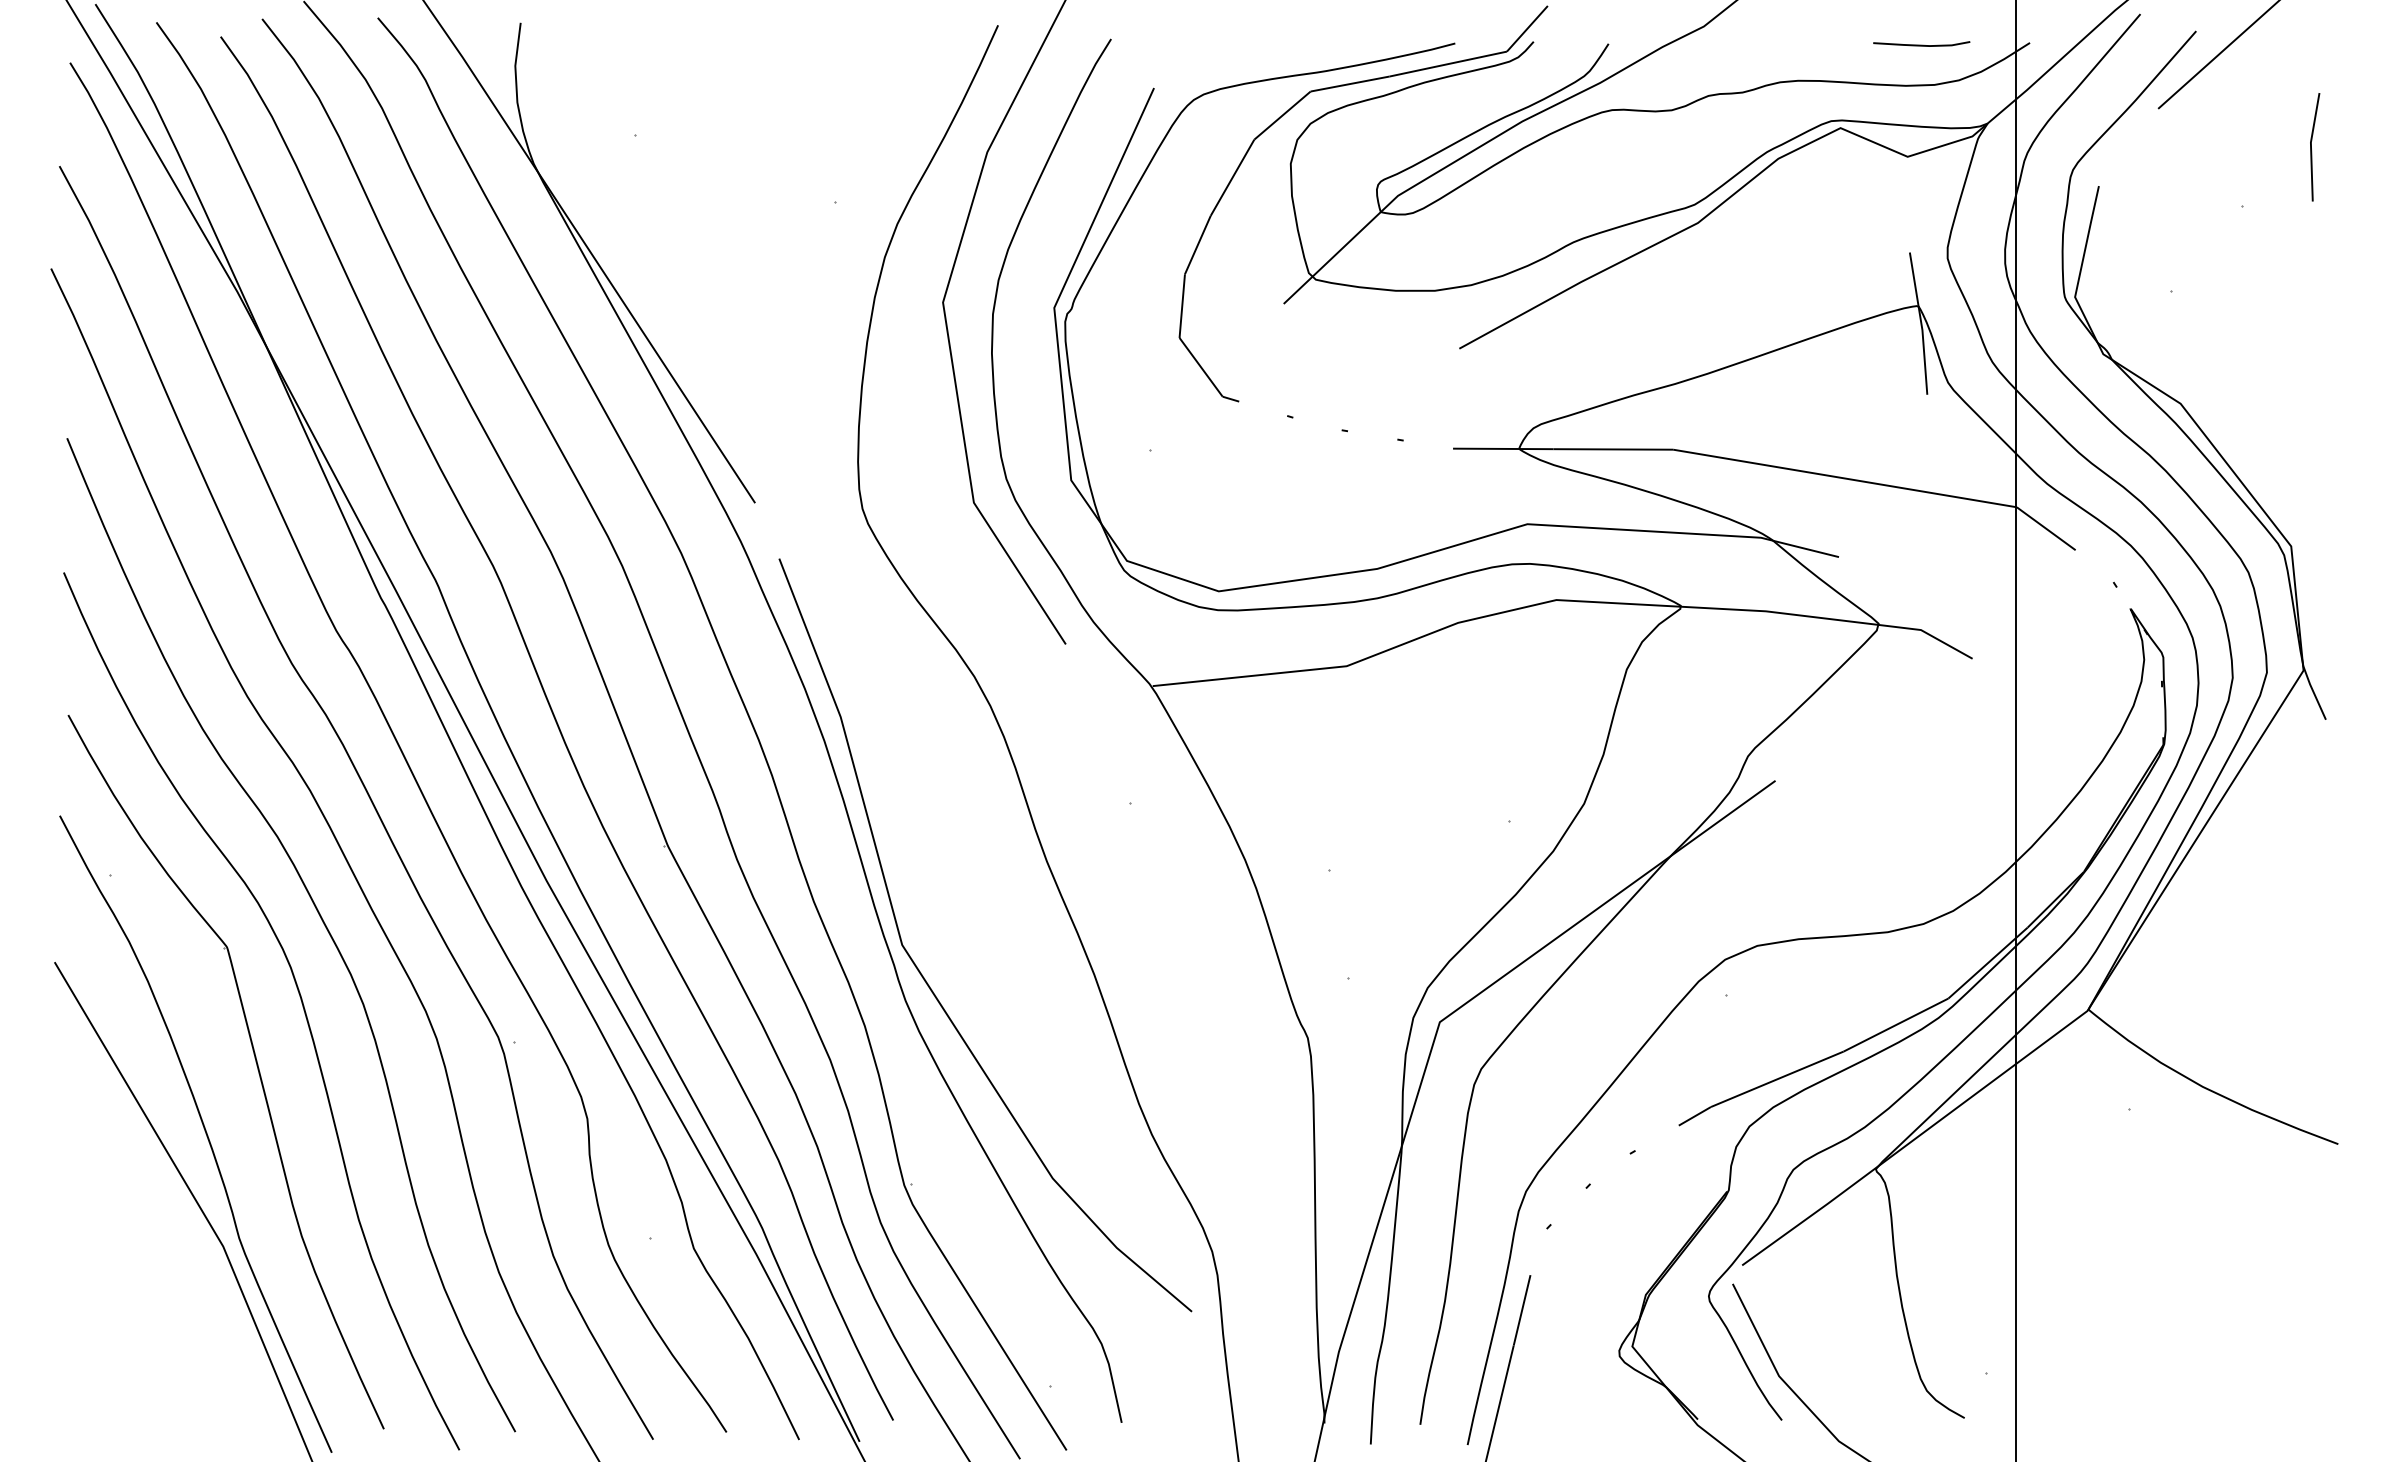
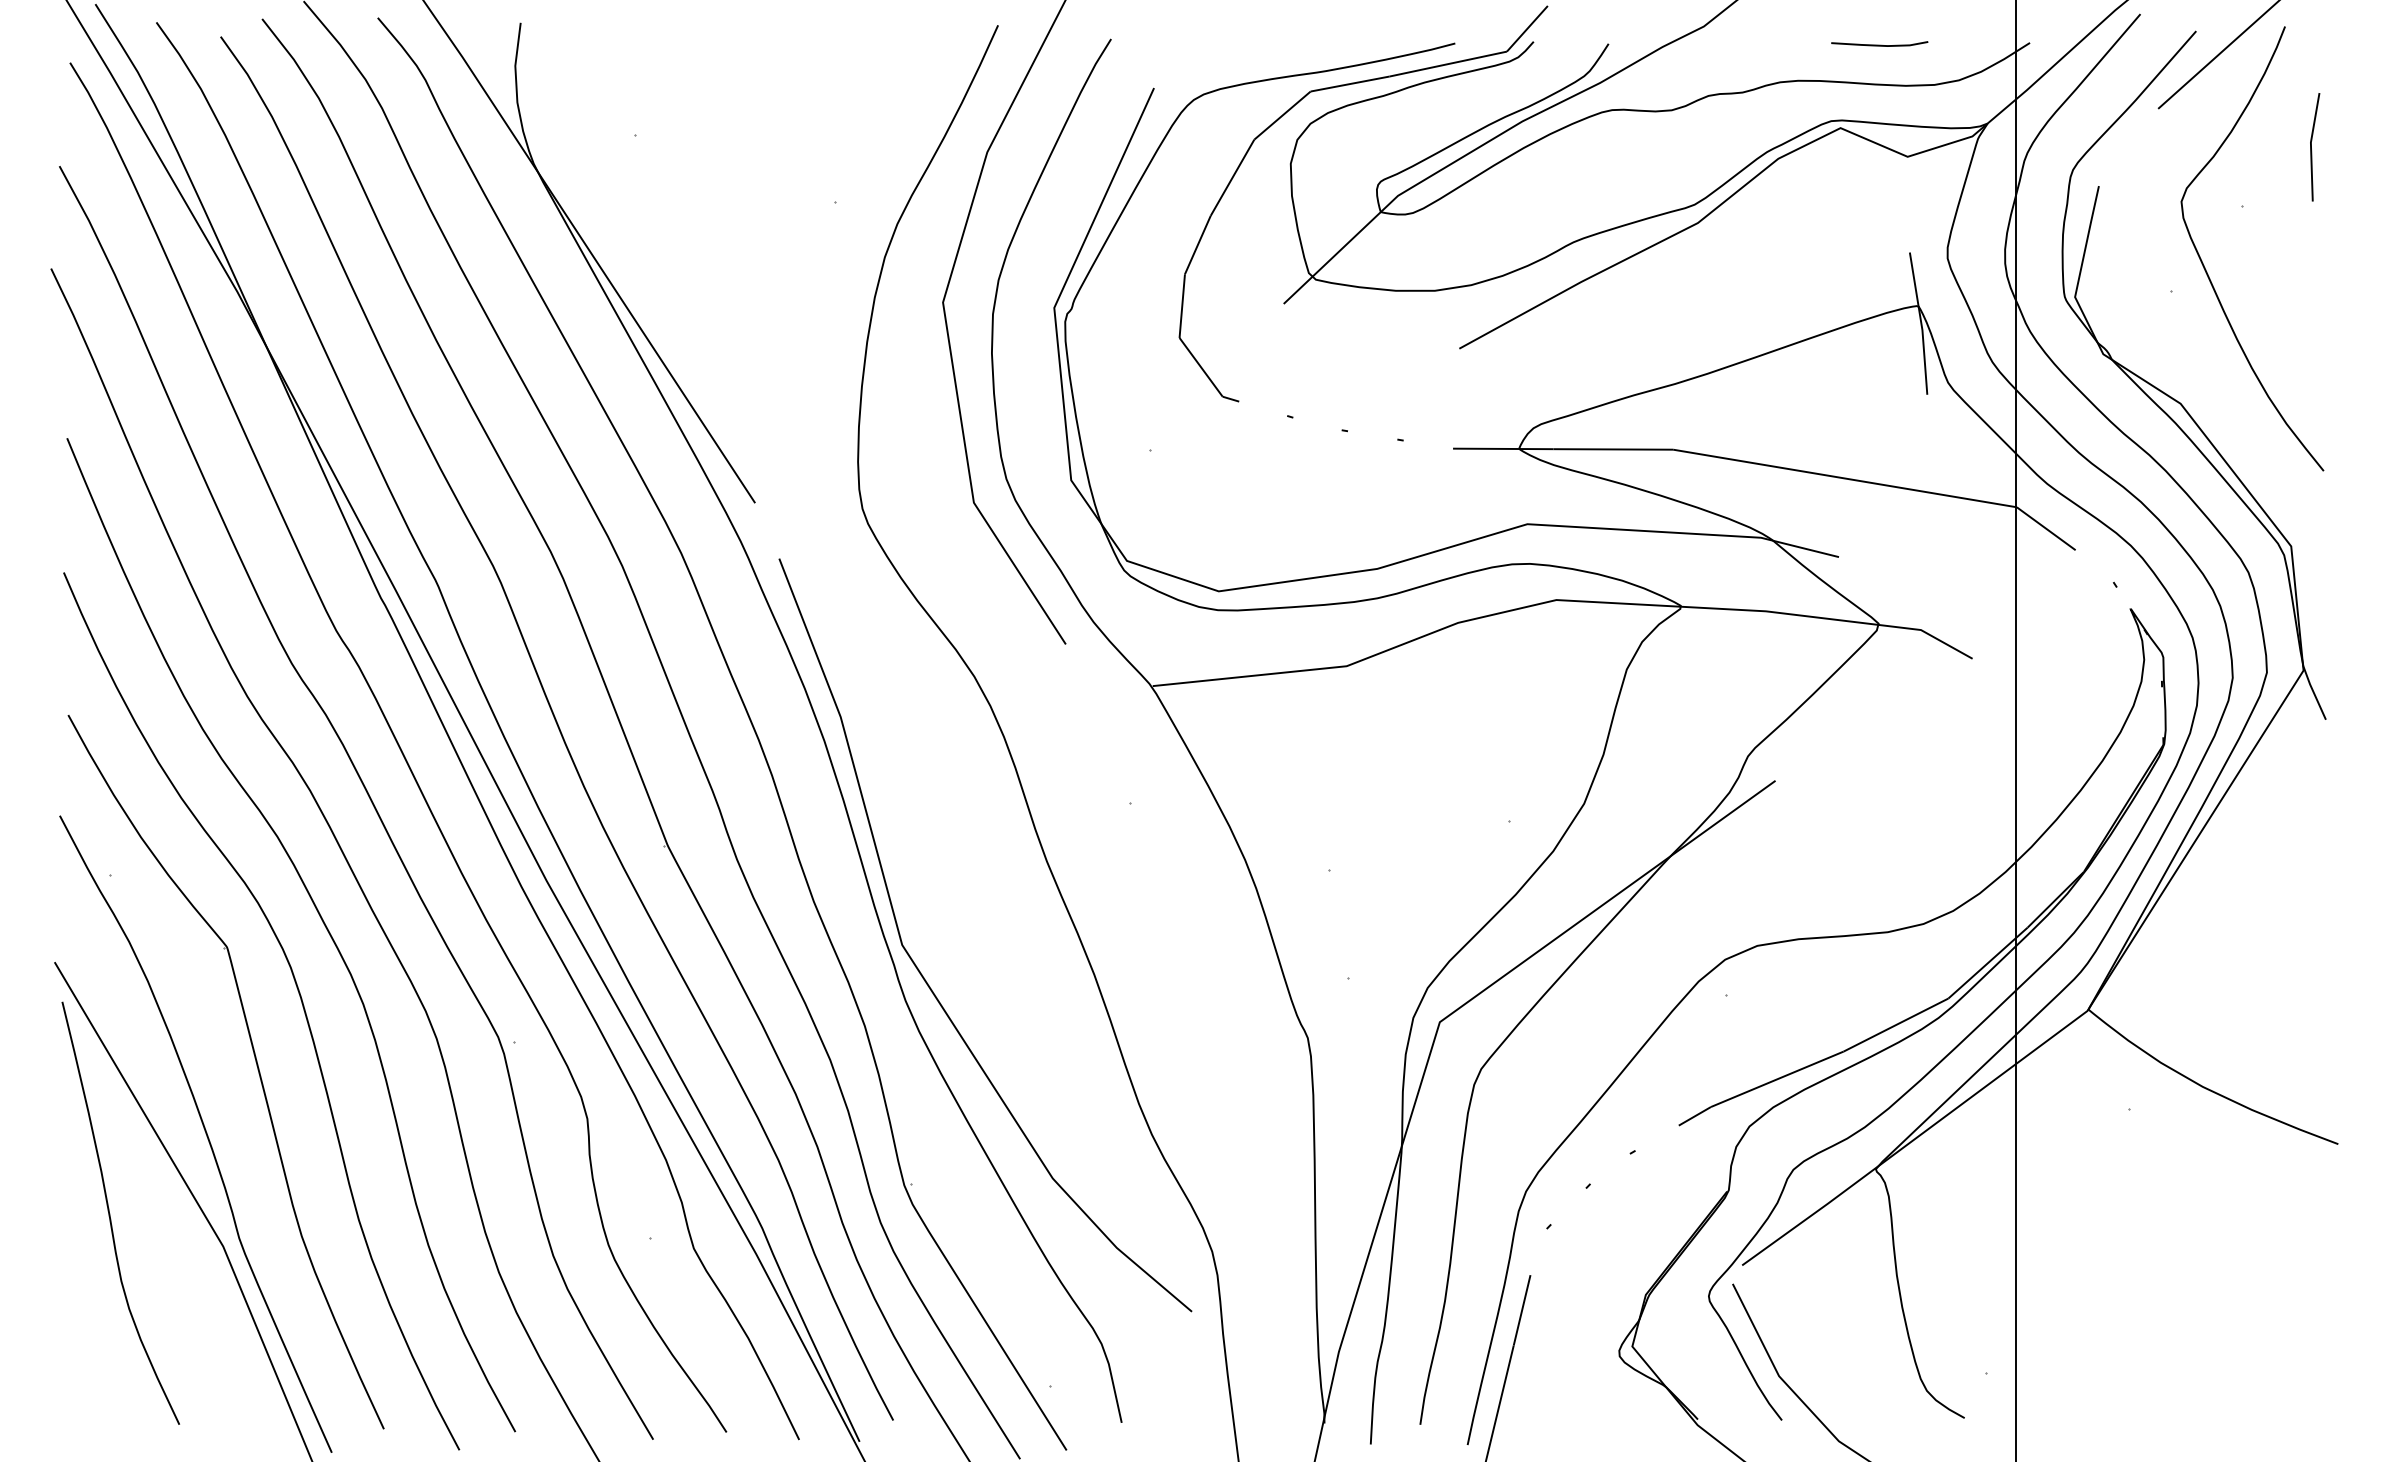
line at (1921, 44) position: (1921, 44) -> (1879, 44)
curve at (2206, 269): none -> present
curve at (110, 1213): none -> present
